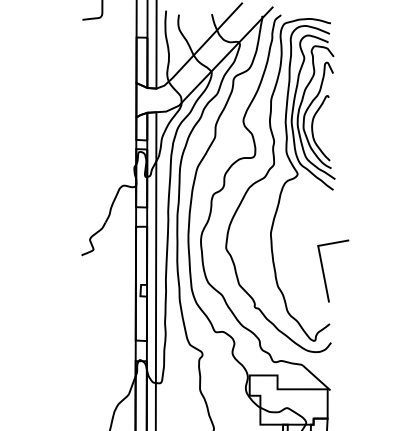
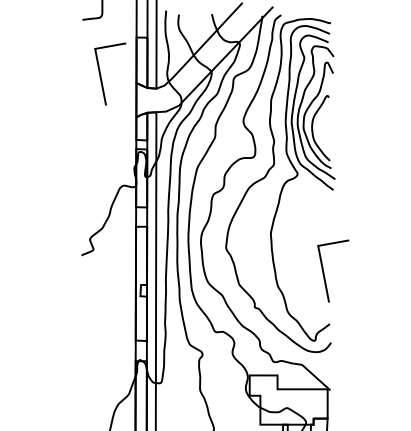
line at (101, 75): none -> present
